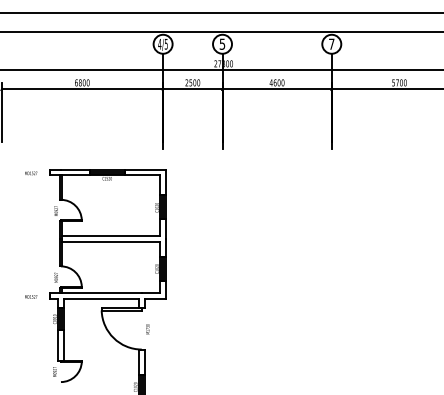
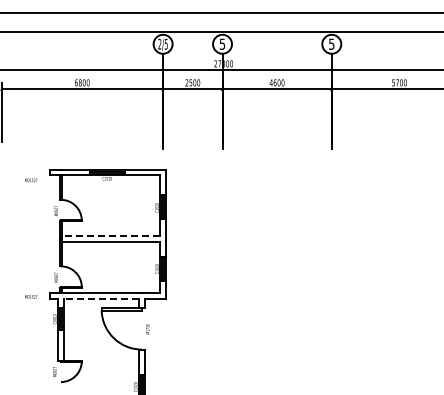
text at (159, 43): 4/5 -> 2/5
text at (331, 43): 7 -> 5
text at (31, 173) position: (31, 173) -> (31, 180)
line at (111, 236): solid -> dashed
line at (101, 298): solid -> dashed
